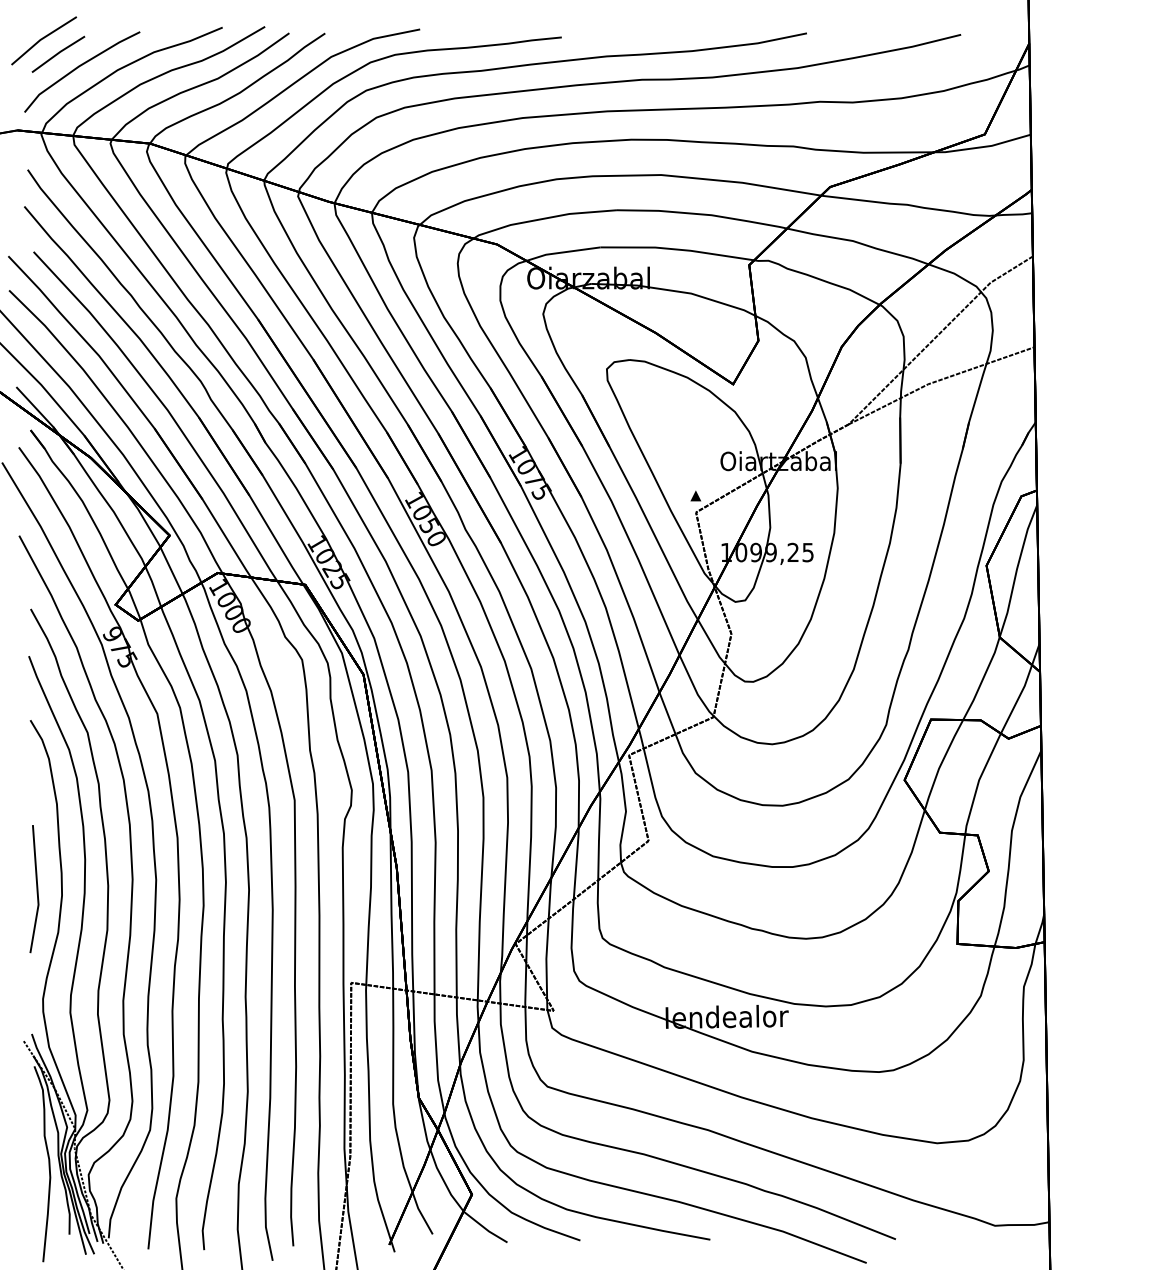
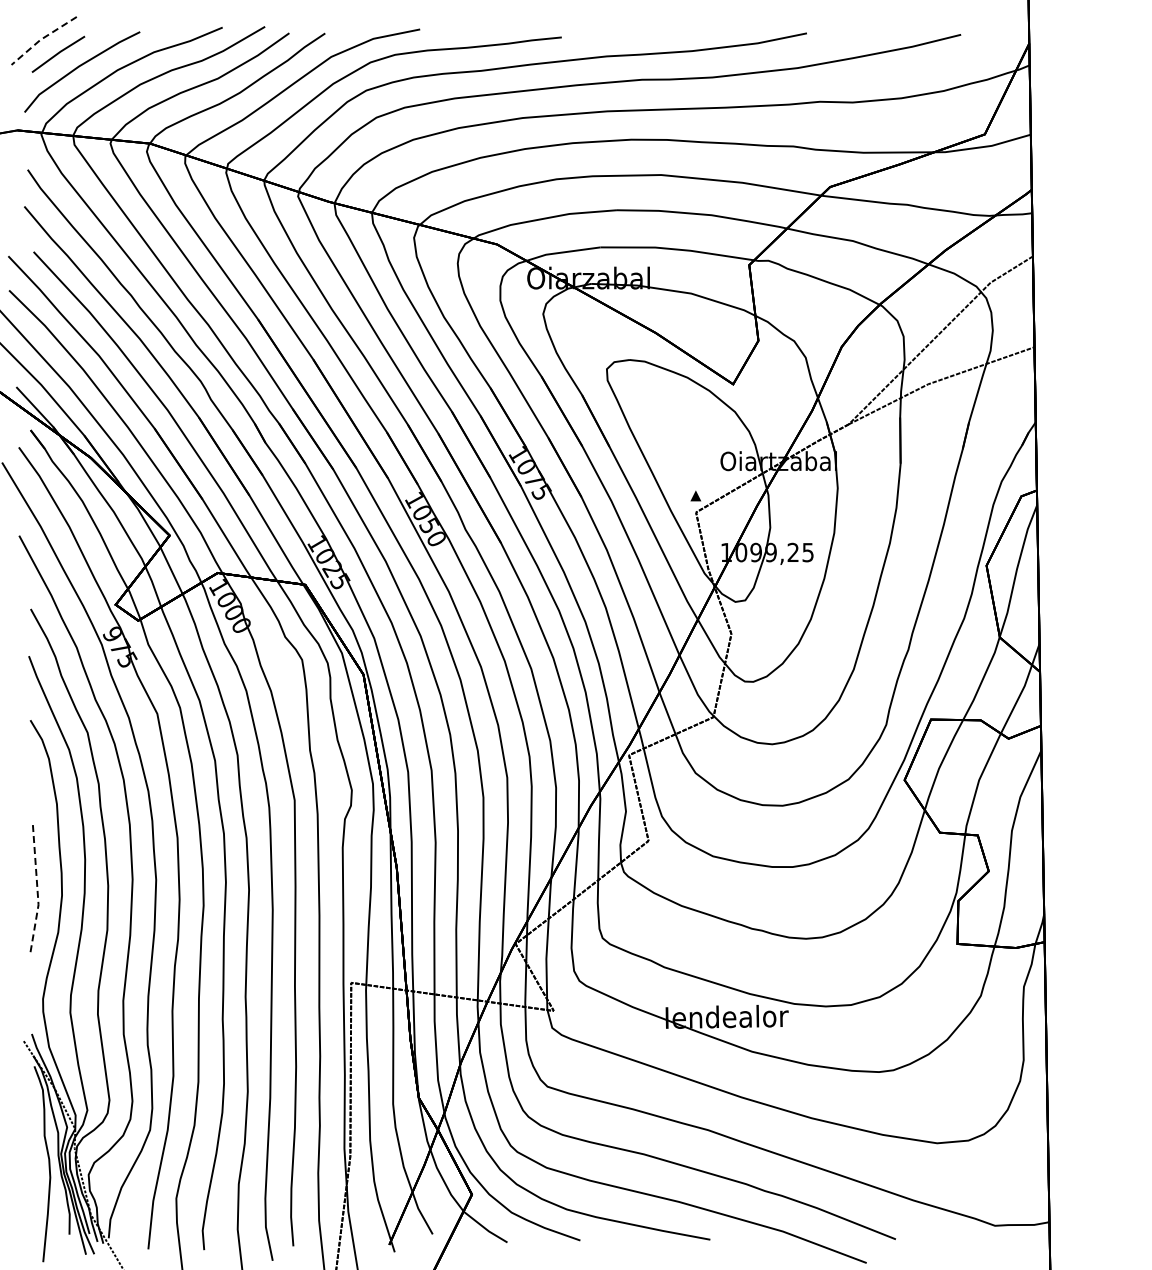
line at (42, 38): solid -> dashed
line at (37, 890): solid -> dashed
